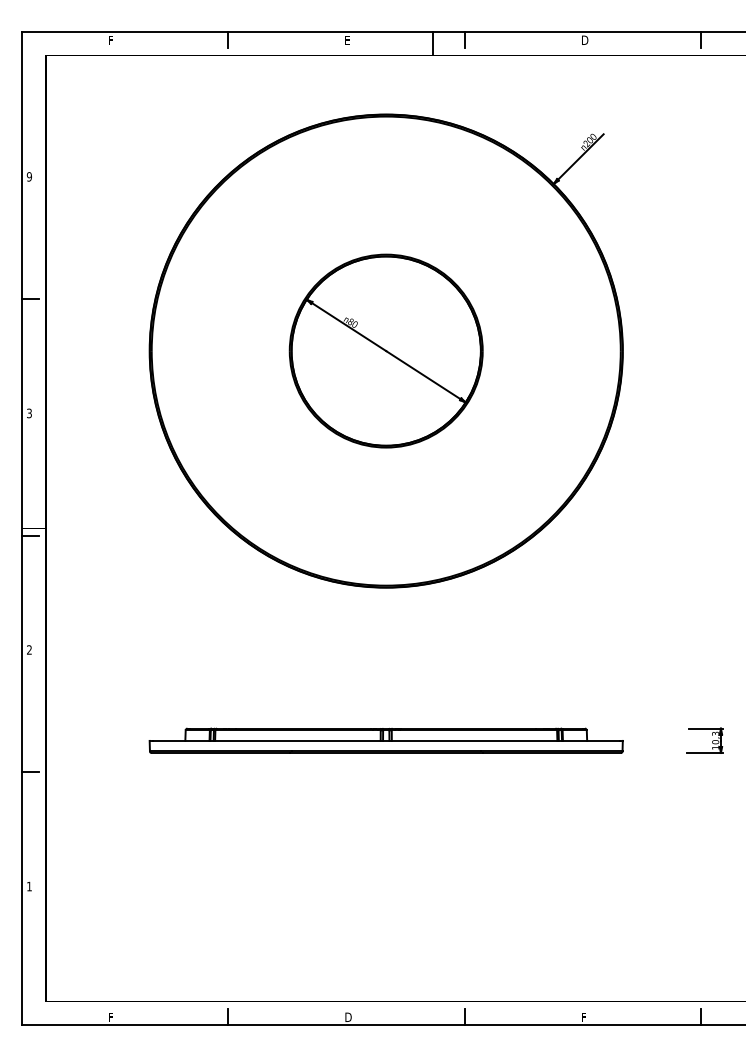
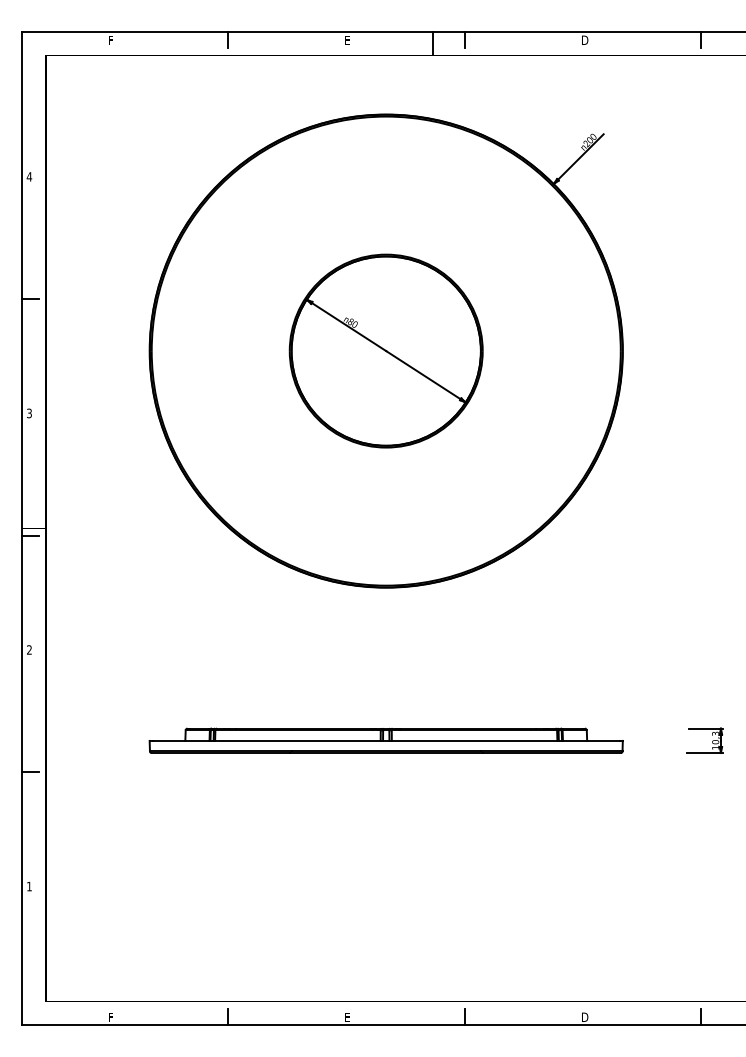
text at (29, 176): 9 -> 4
text at (348, 1016): D -> E
text at (585, 1016): F -> D
